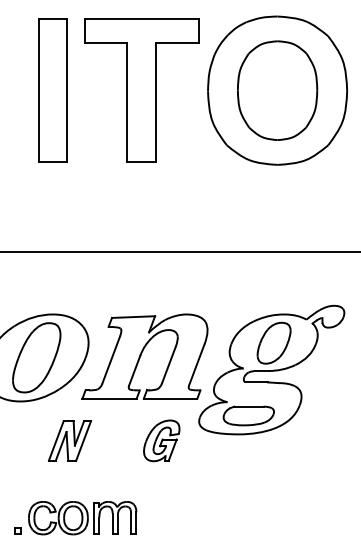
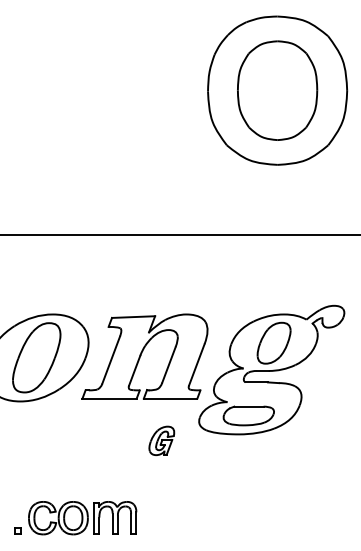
part at (52, 90): present -> none
part at (141, 90): present -> none
line at (179, 252) position: (179, 252) -> (179, 235)
part at (69, 440): present -> none
part at (161, 440) size: 38x44 px -> 28x31 px
